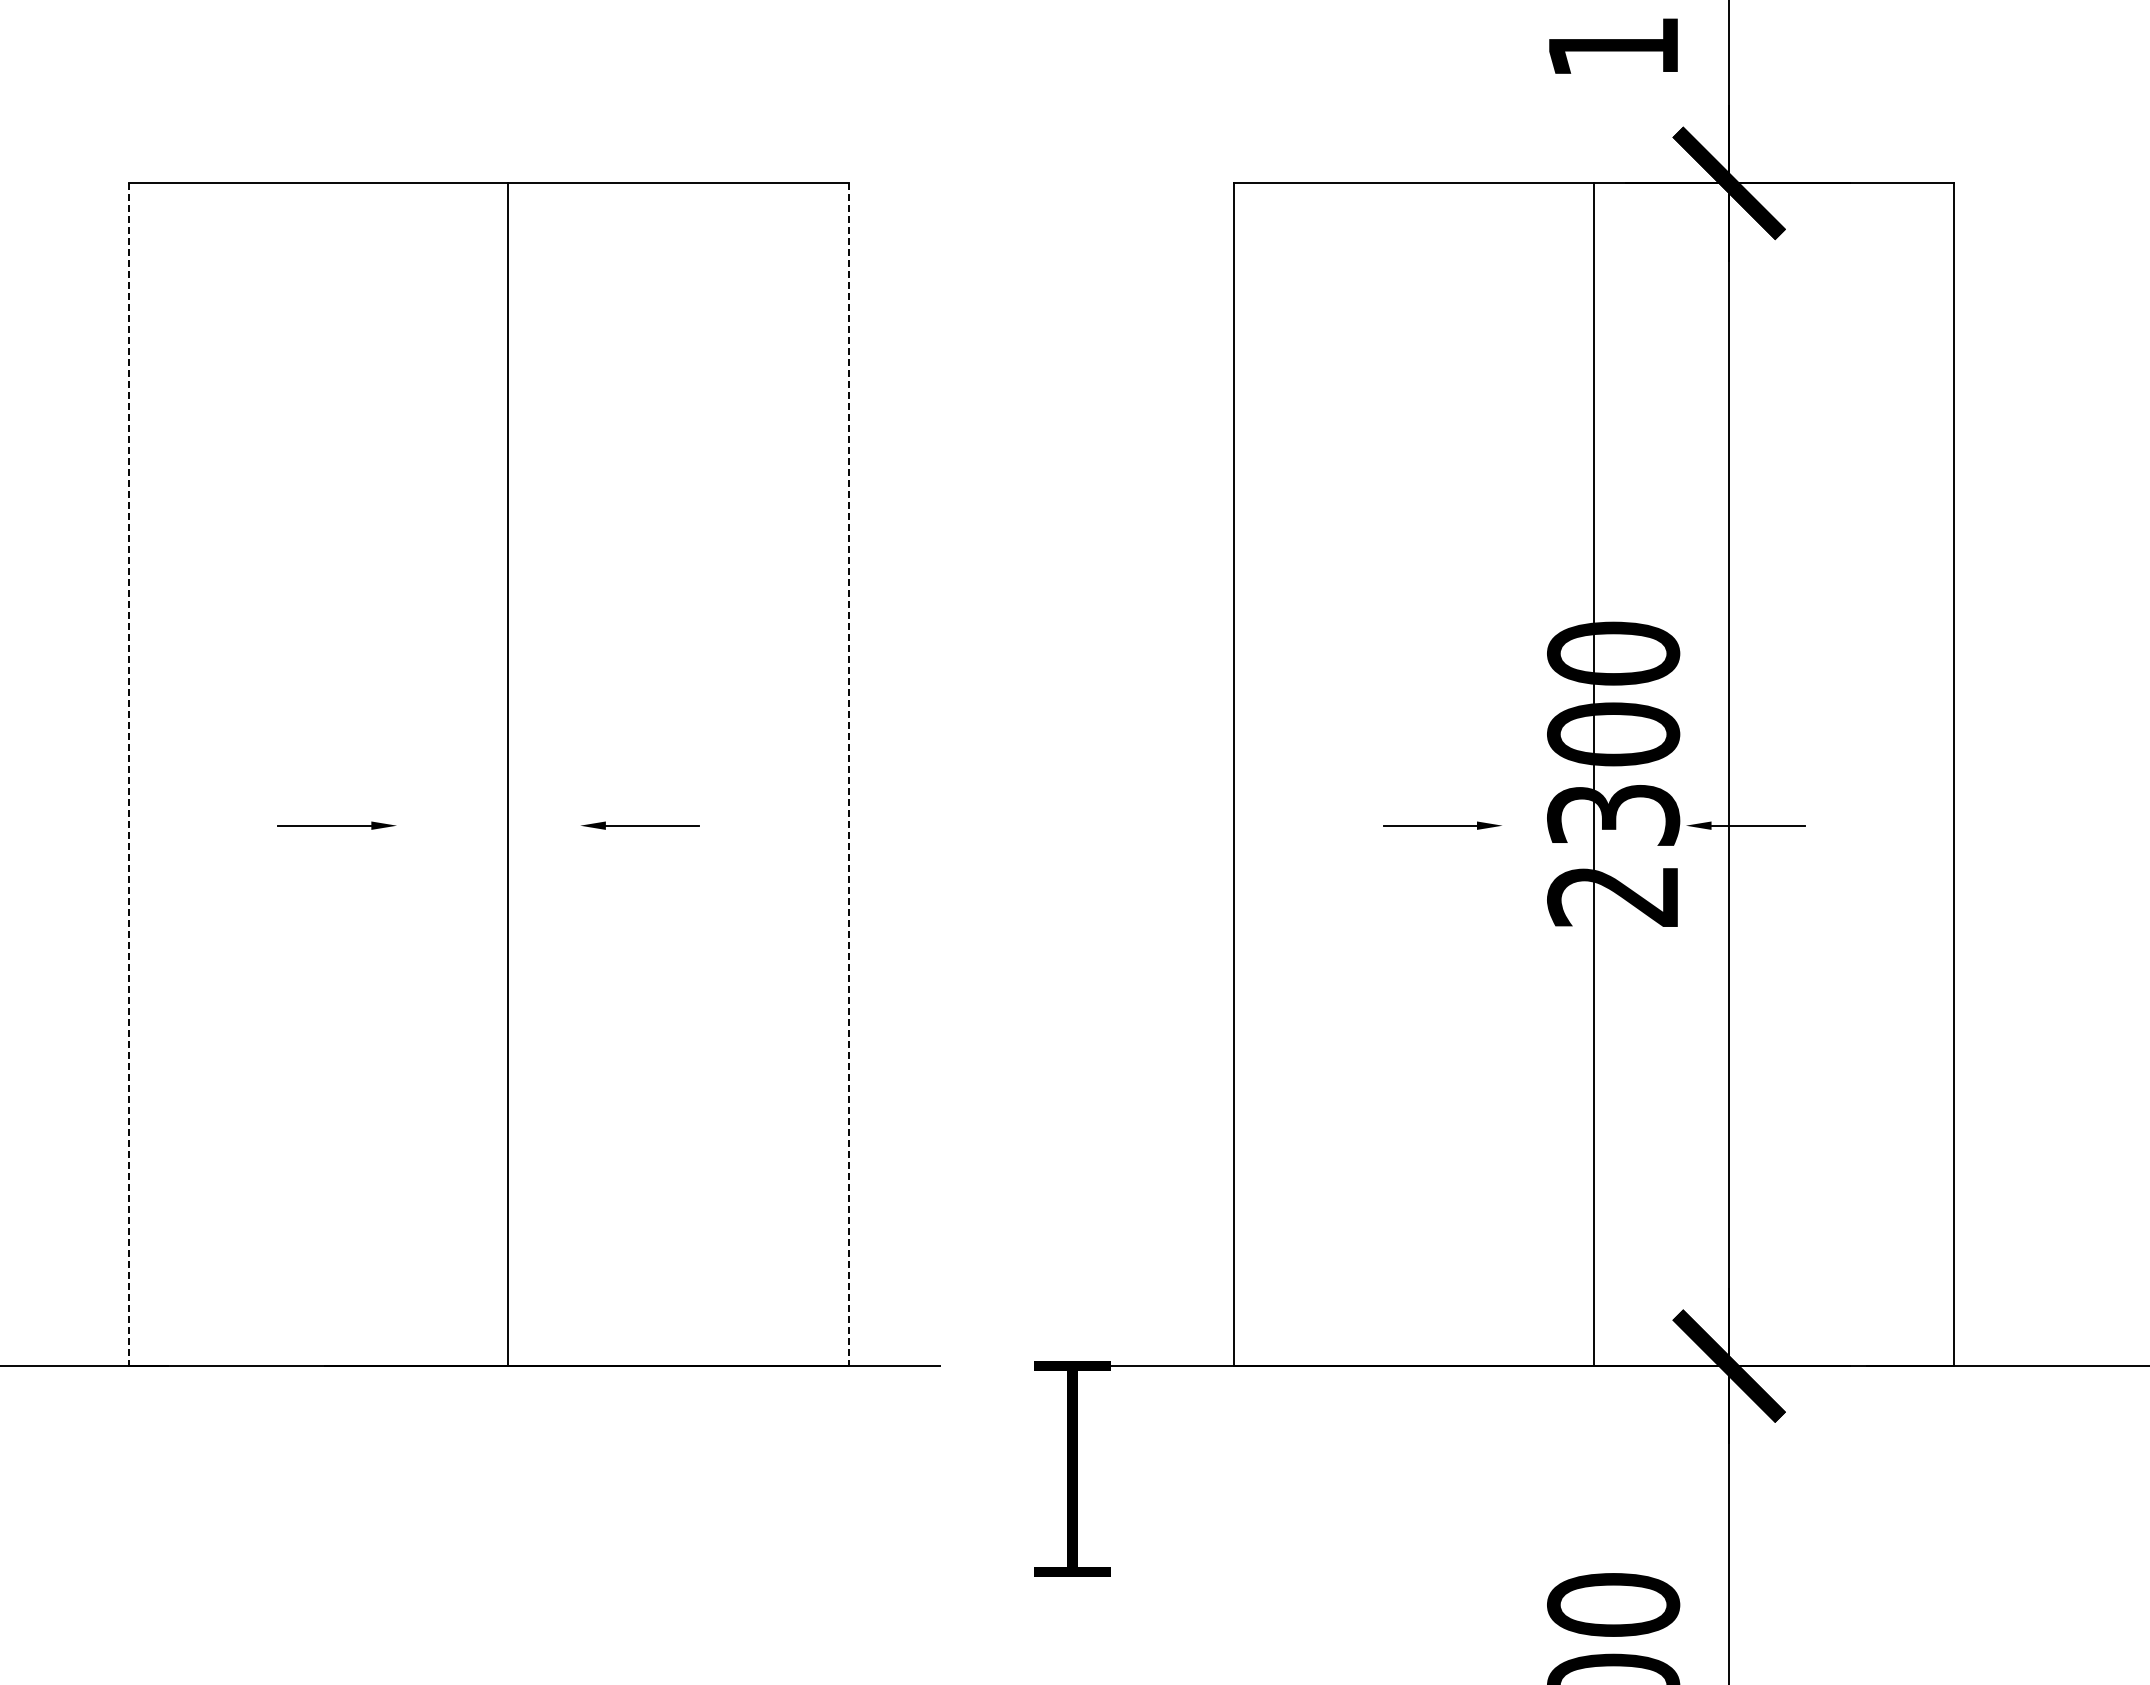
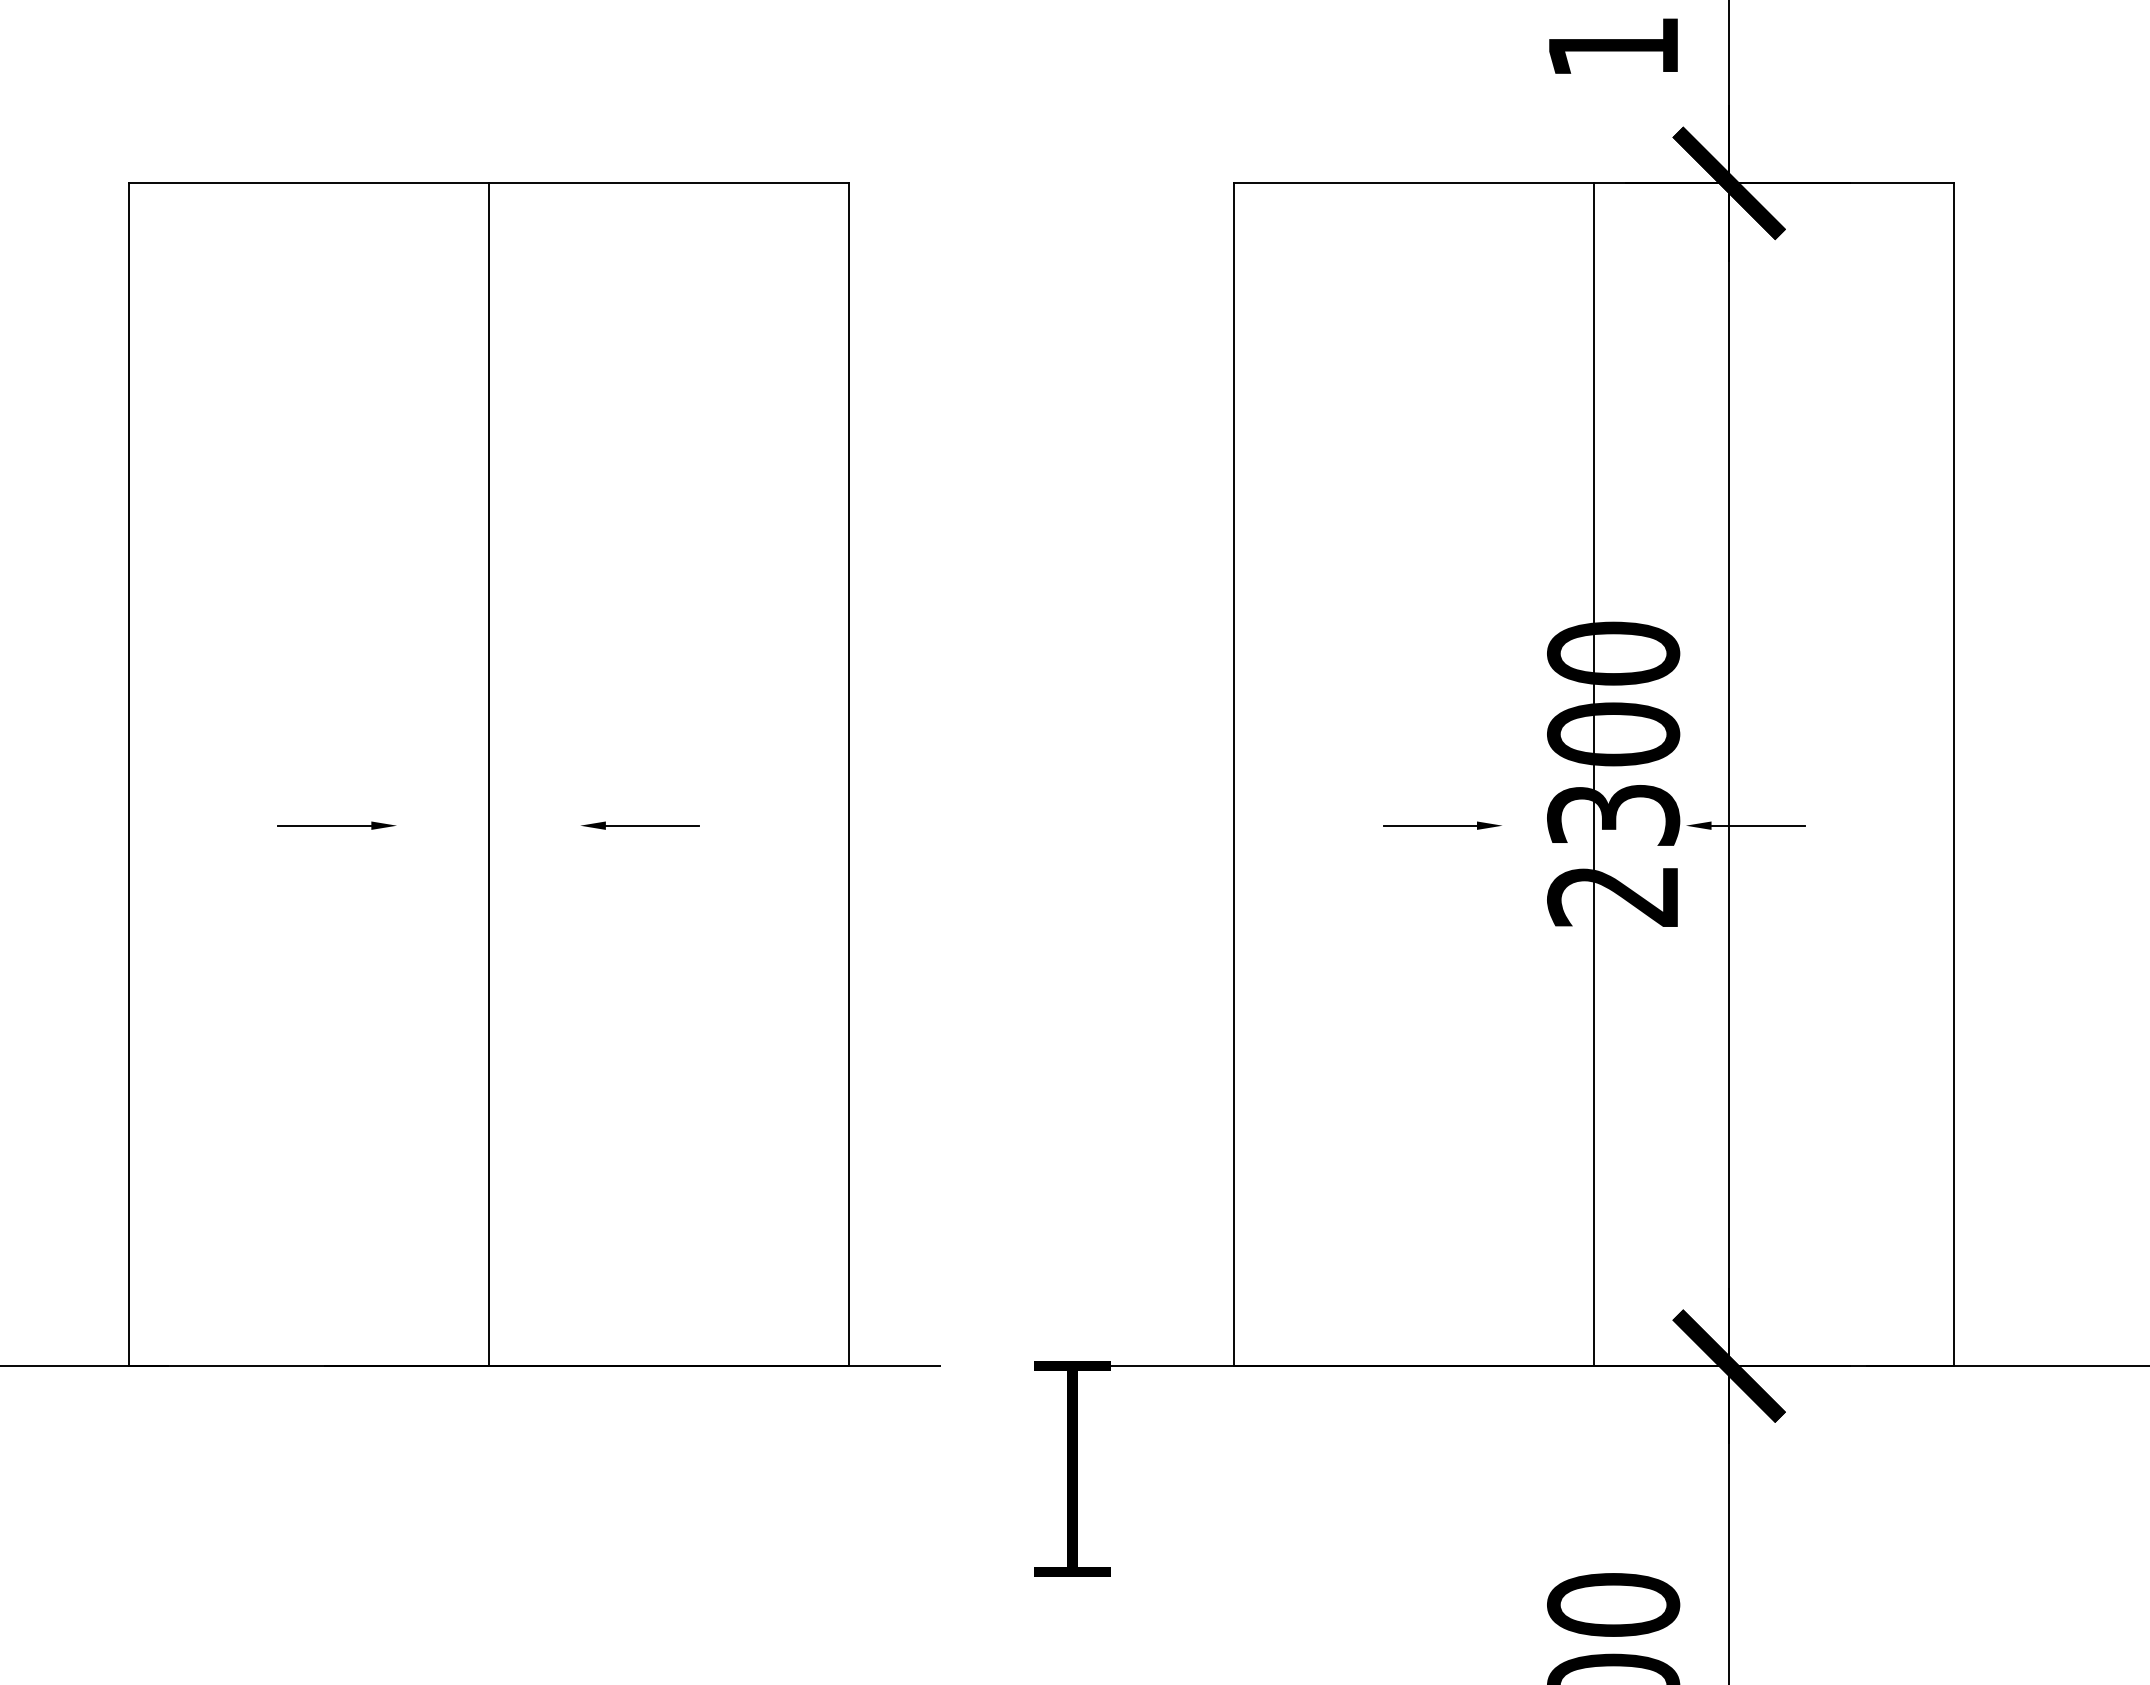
line at (507, 774) position: (507, 774) -> (488, 774)
line at (128, 775): dashed -> solid
line at (848, 775): dashed -> solid
